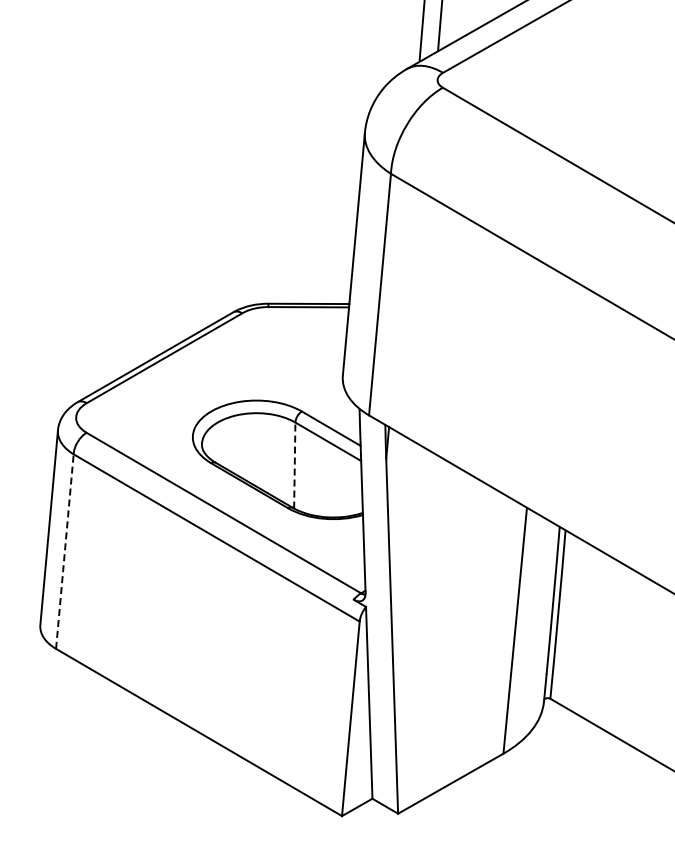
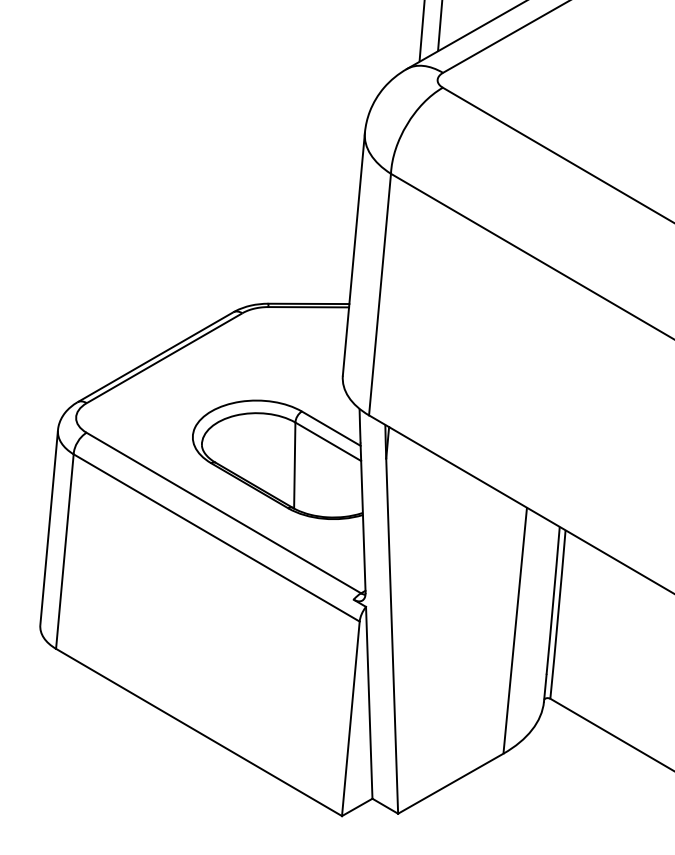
line at (294, 465): dashed -> solid
line at (64, 551): dashed -> solid
